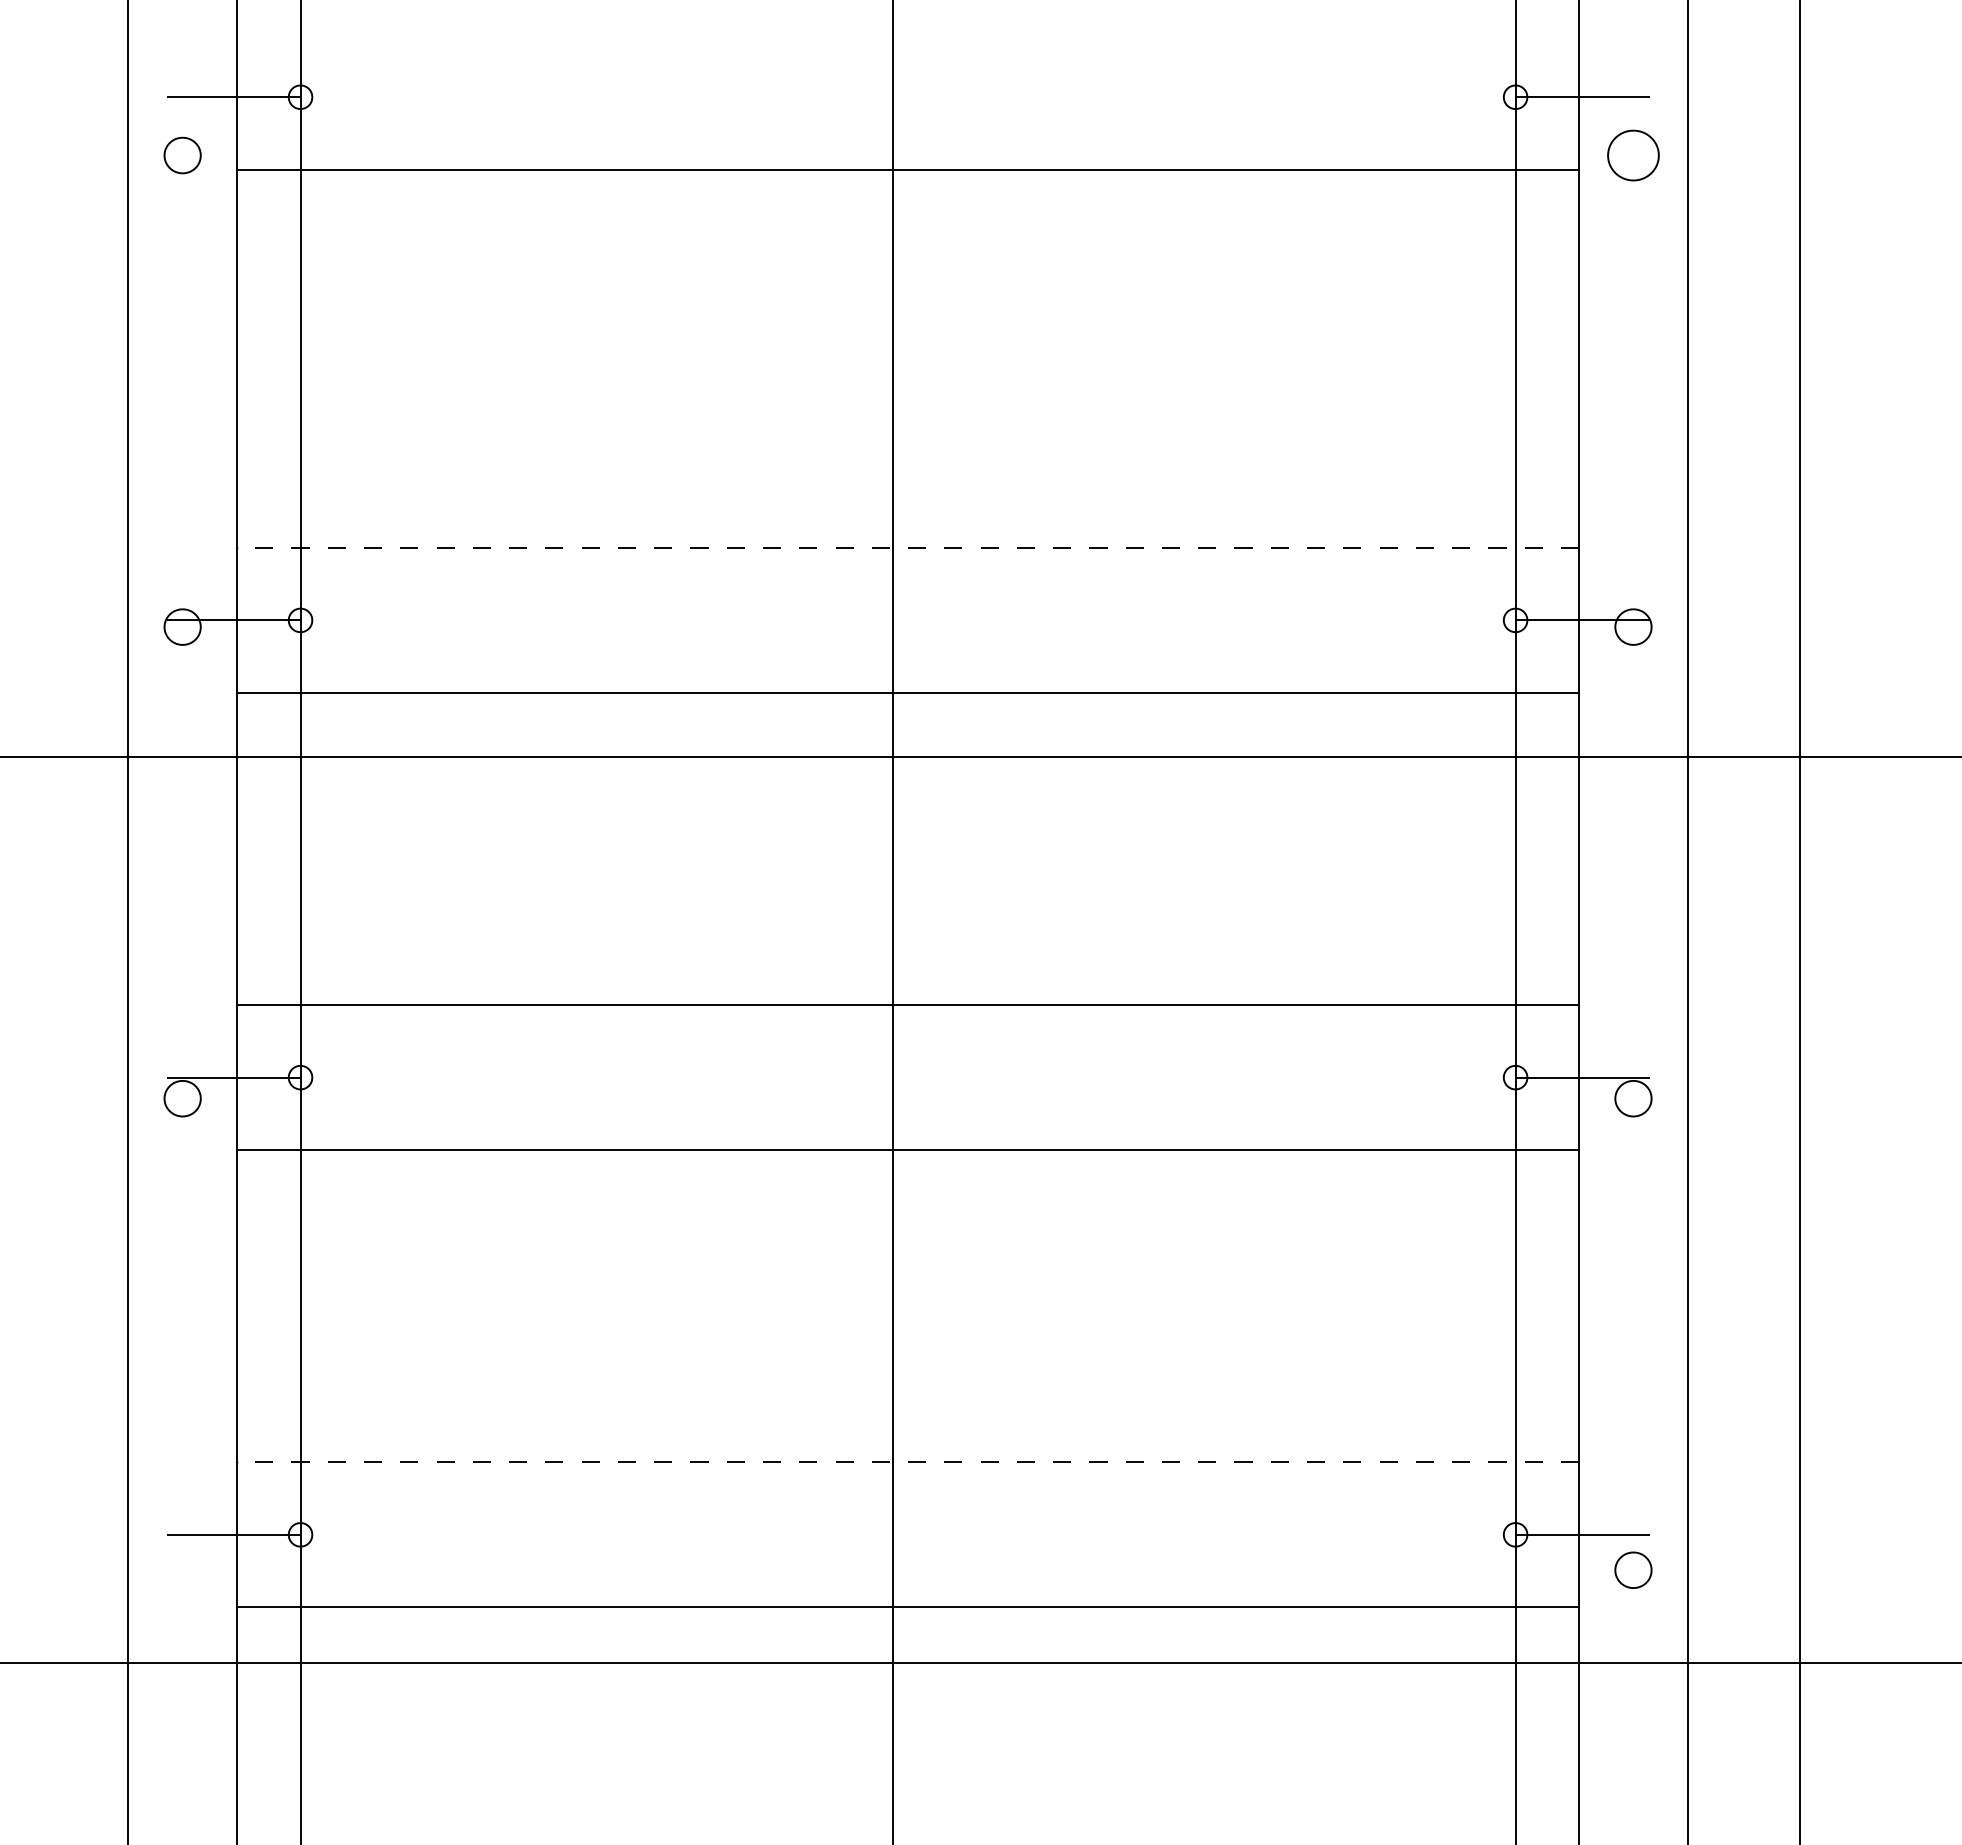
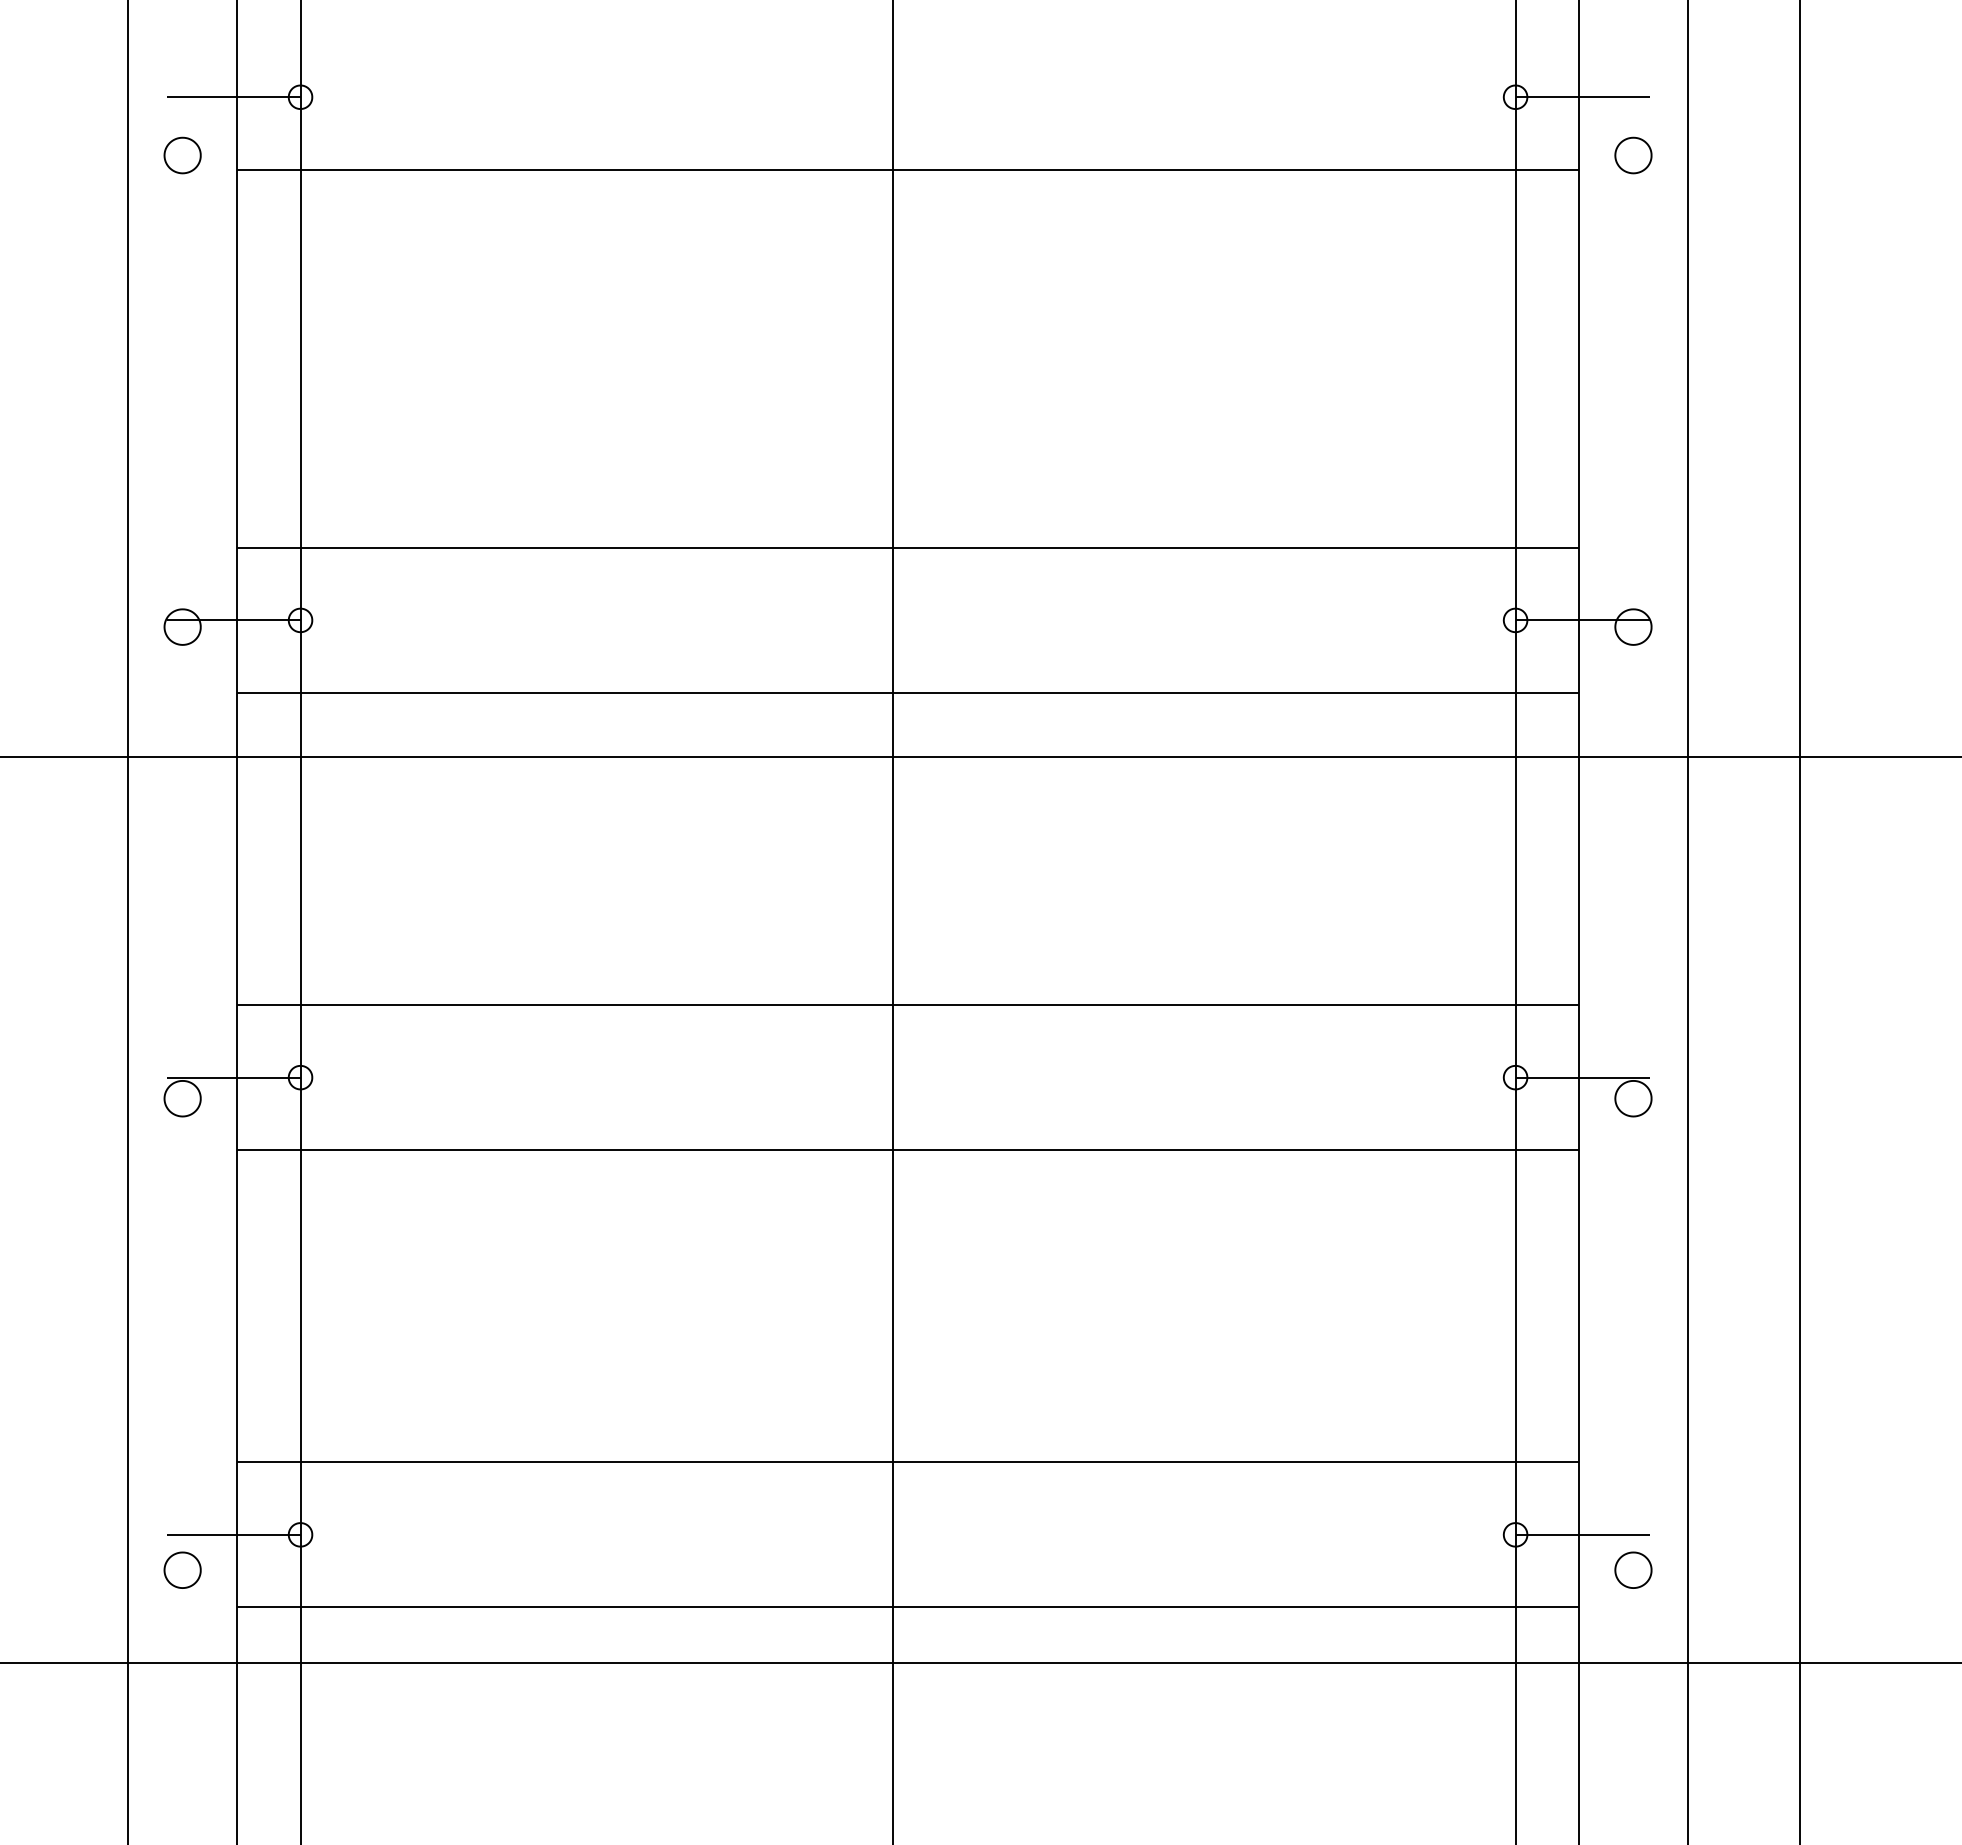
part at (1633, 155) size: 53x53 px -> 39x39 px
line at (908, 547): dashed -> solid
line at (908, 1462): dashed -> solid
part at (182, 1569): none -> present
